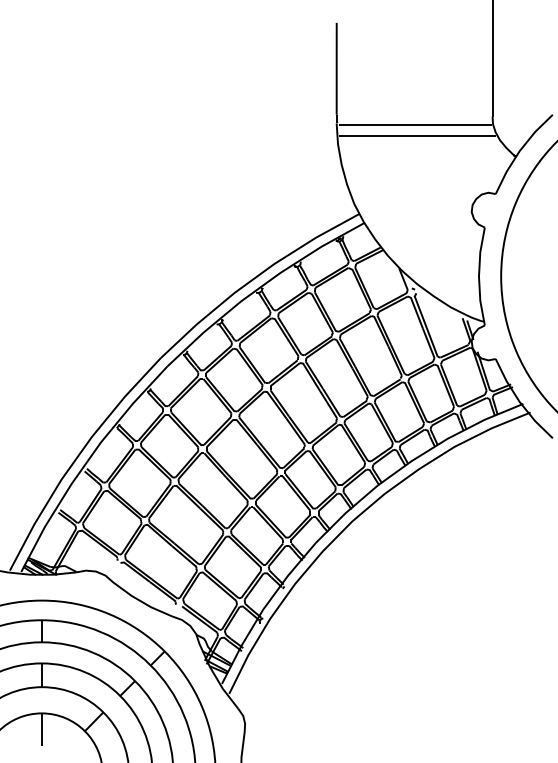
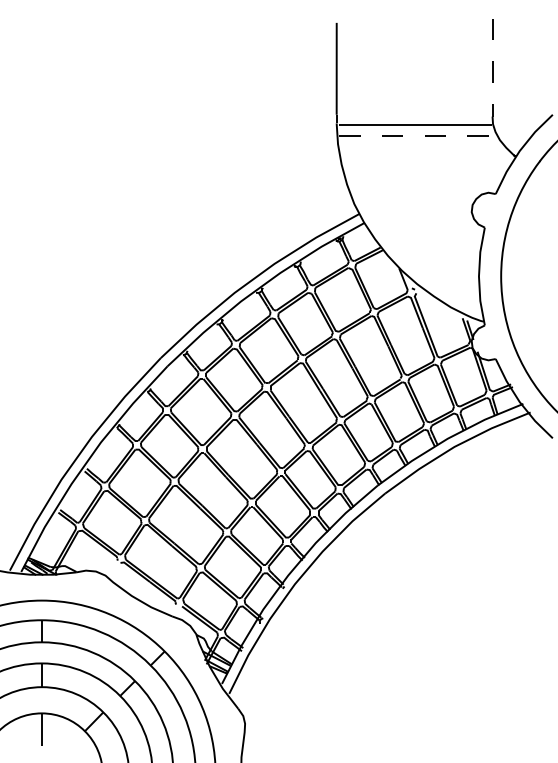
line at (492, 58): solid -> dashed
line at (418, 135): solid -> dashed
